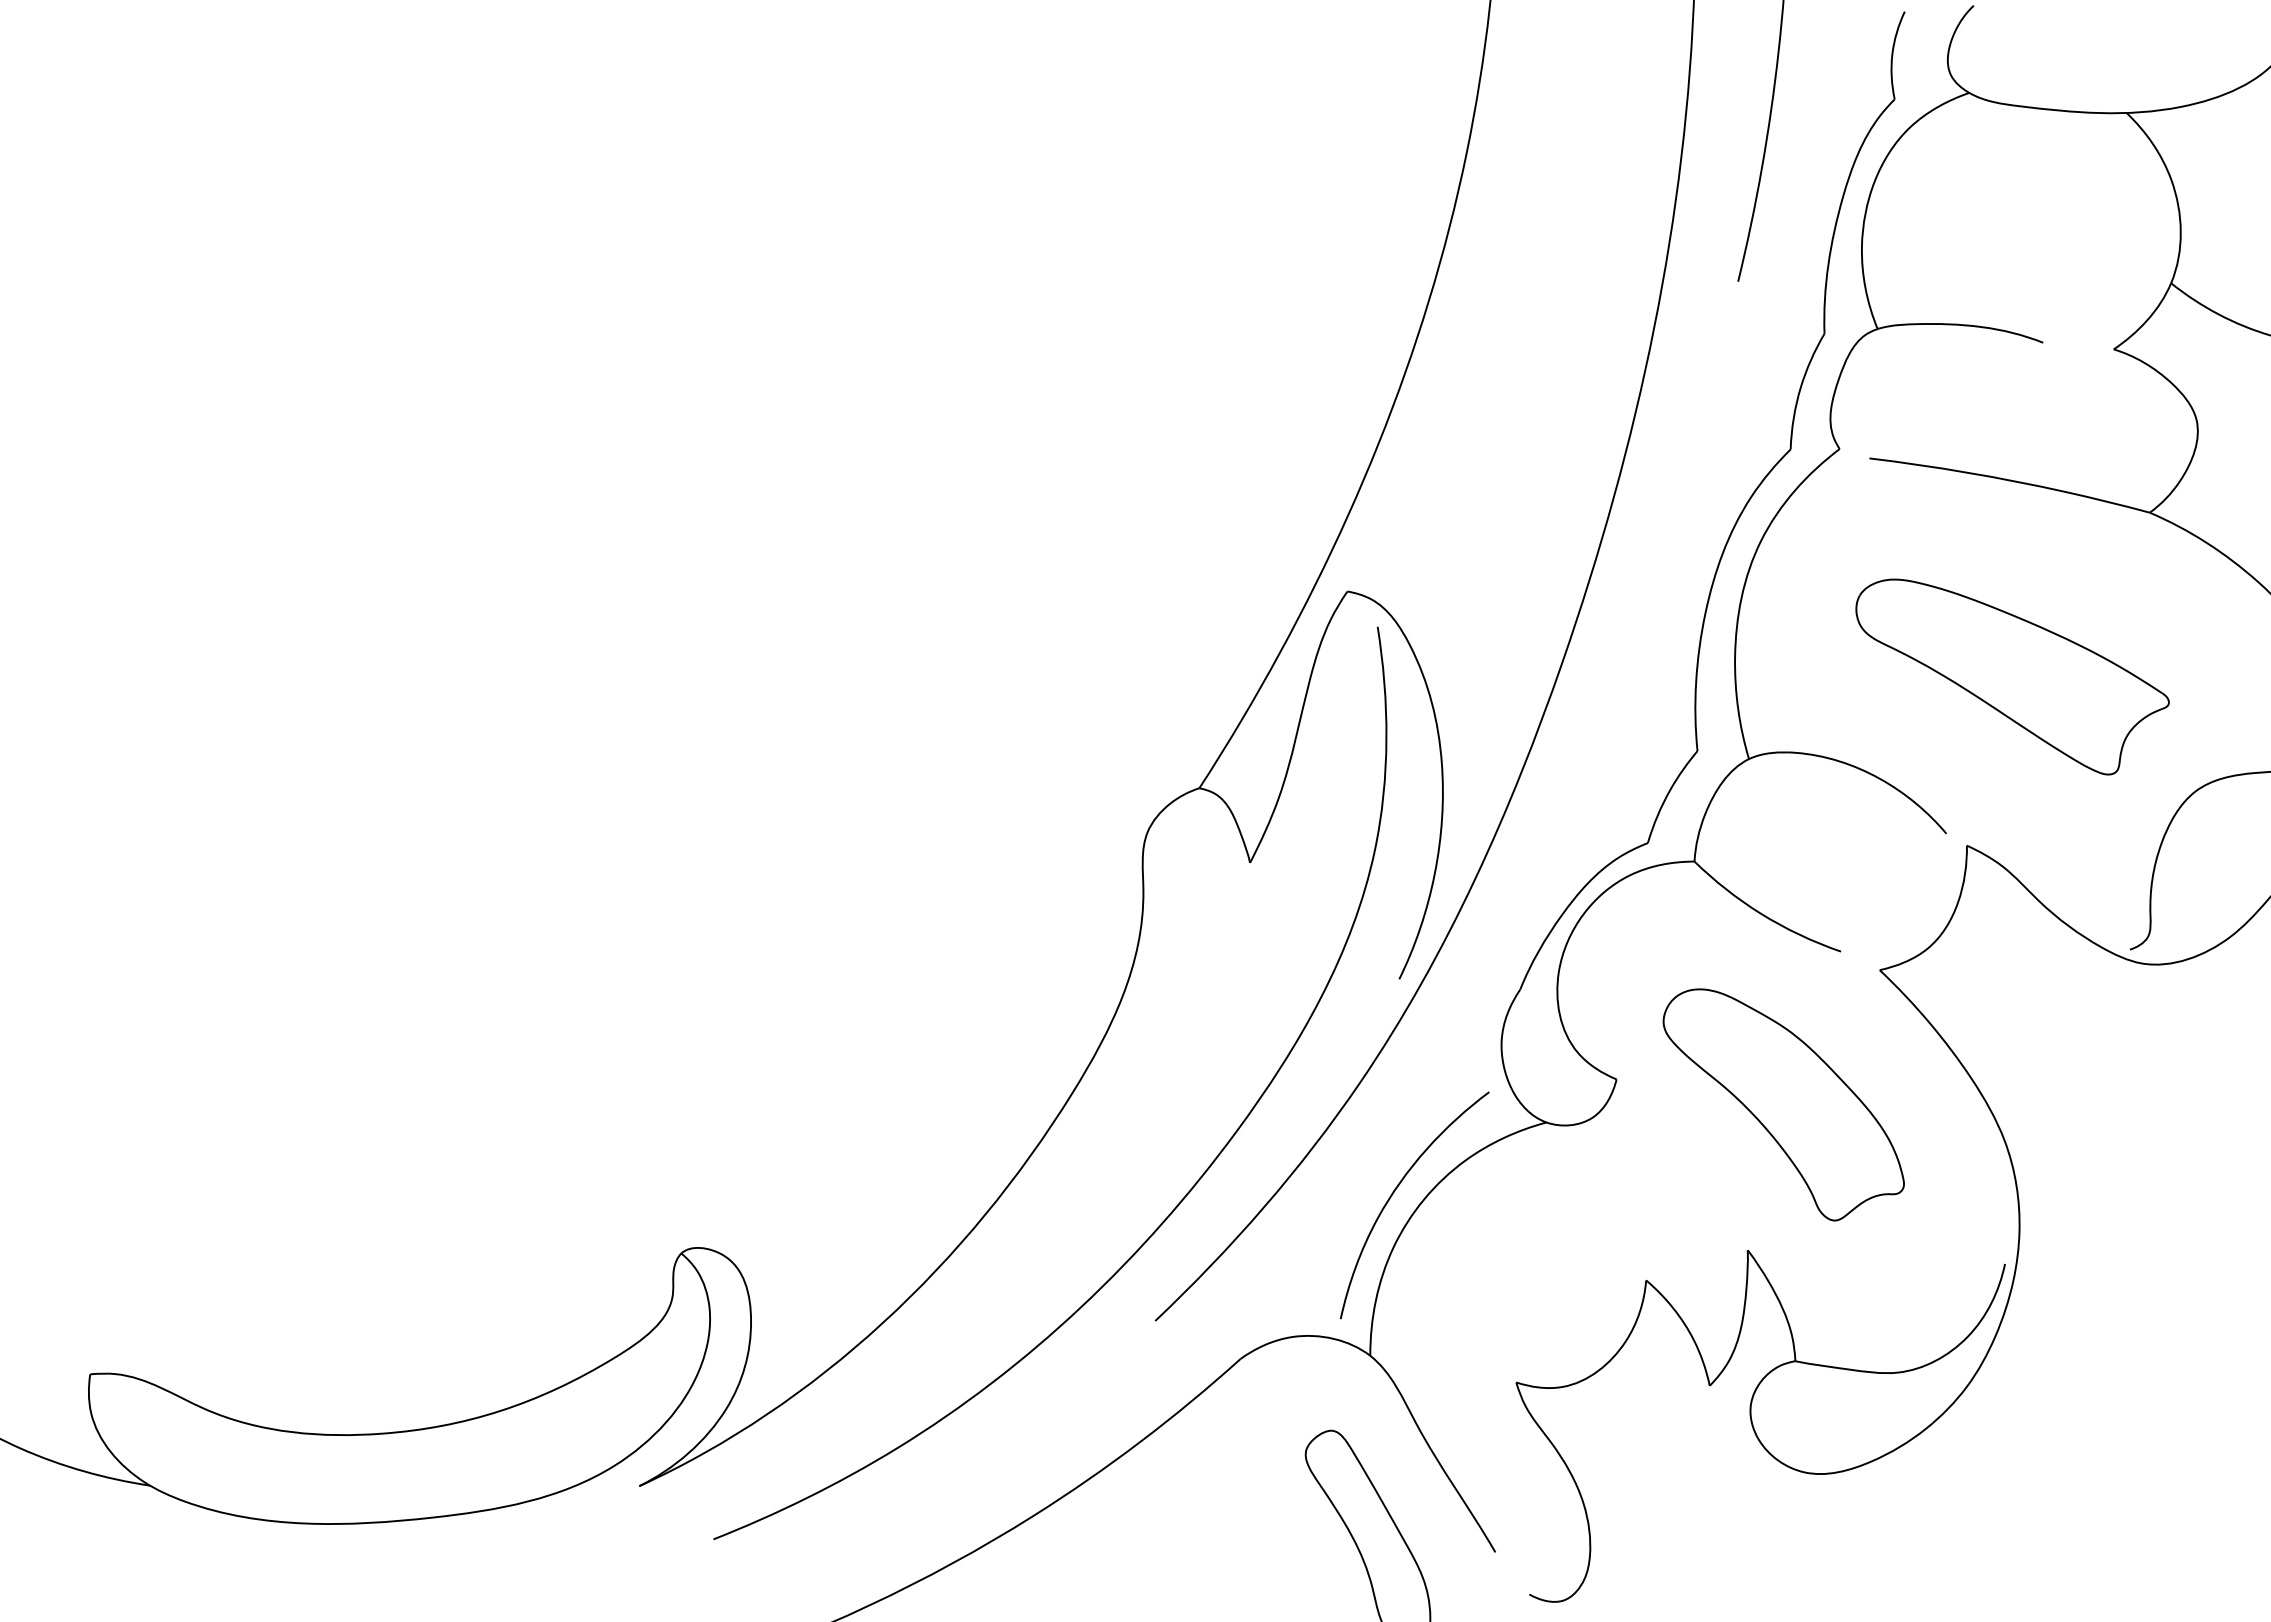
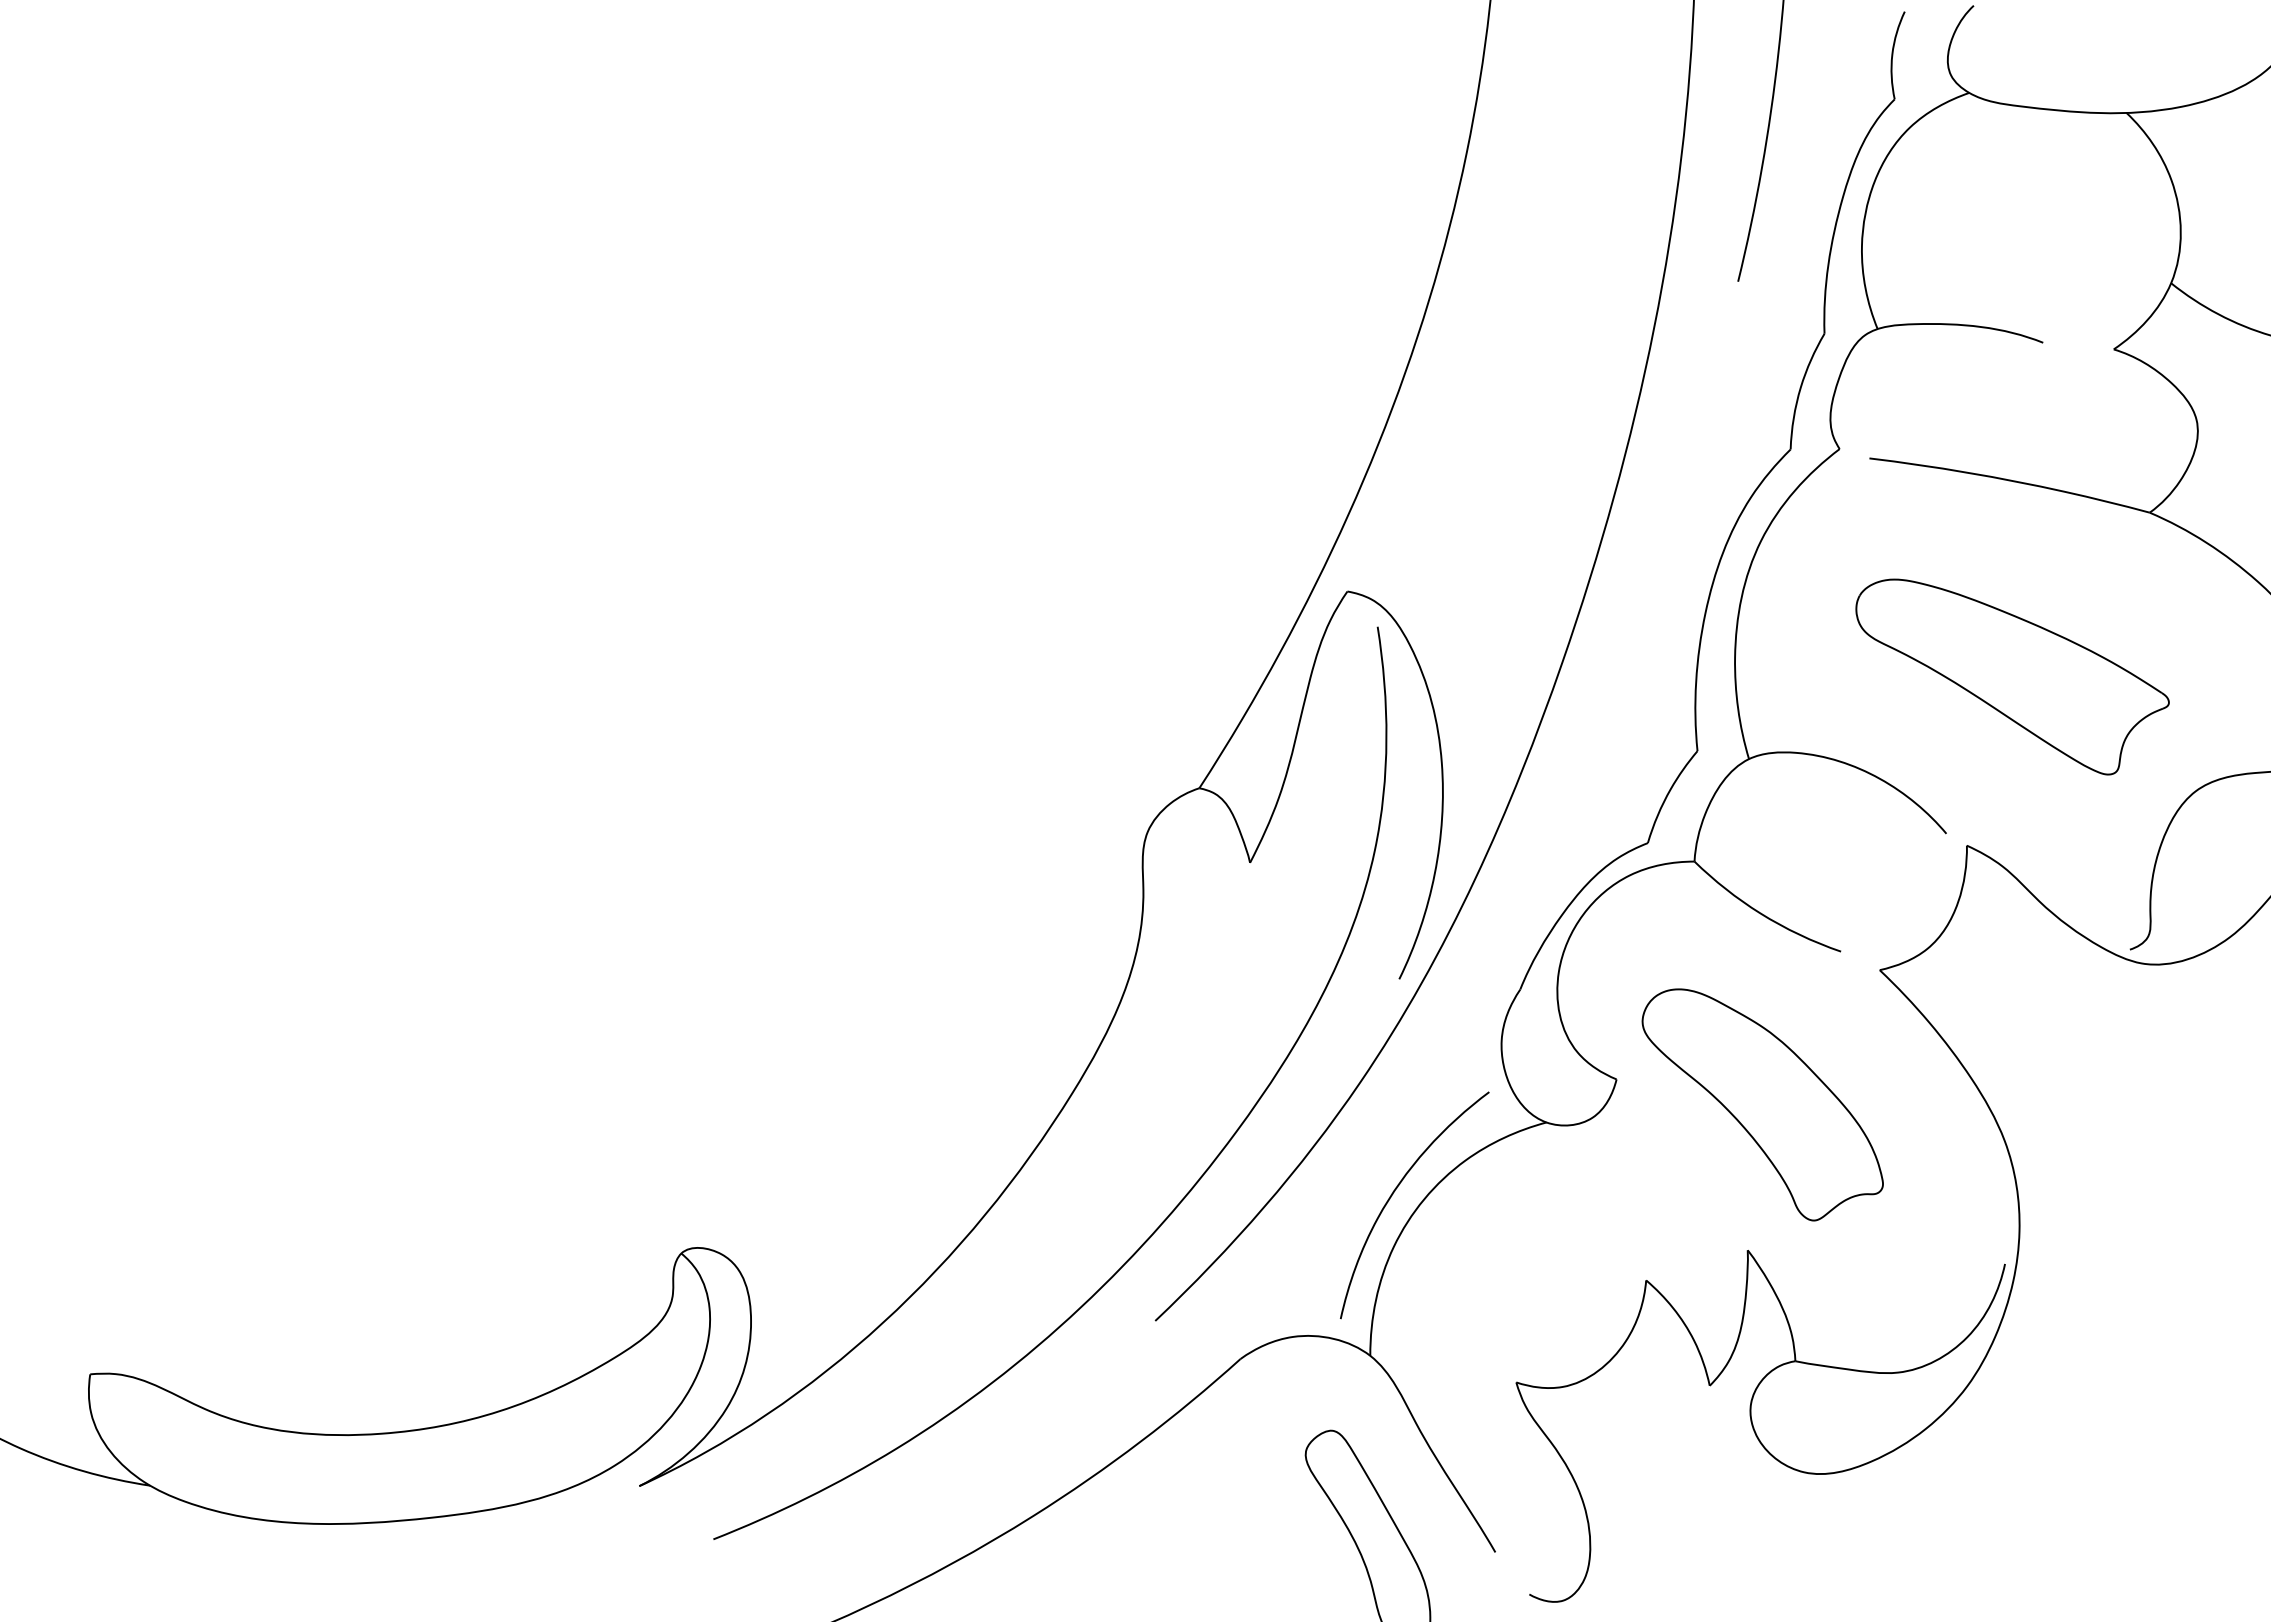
part at (1783, 1104) position: (1783, 1104) -> (1762, 1104)
